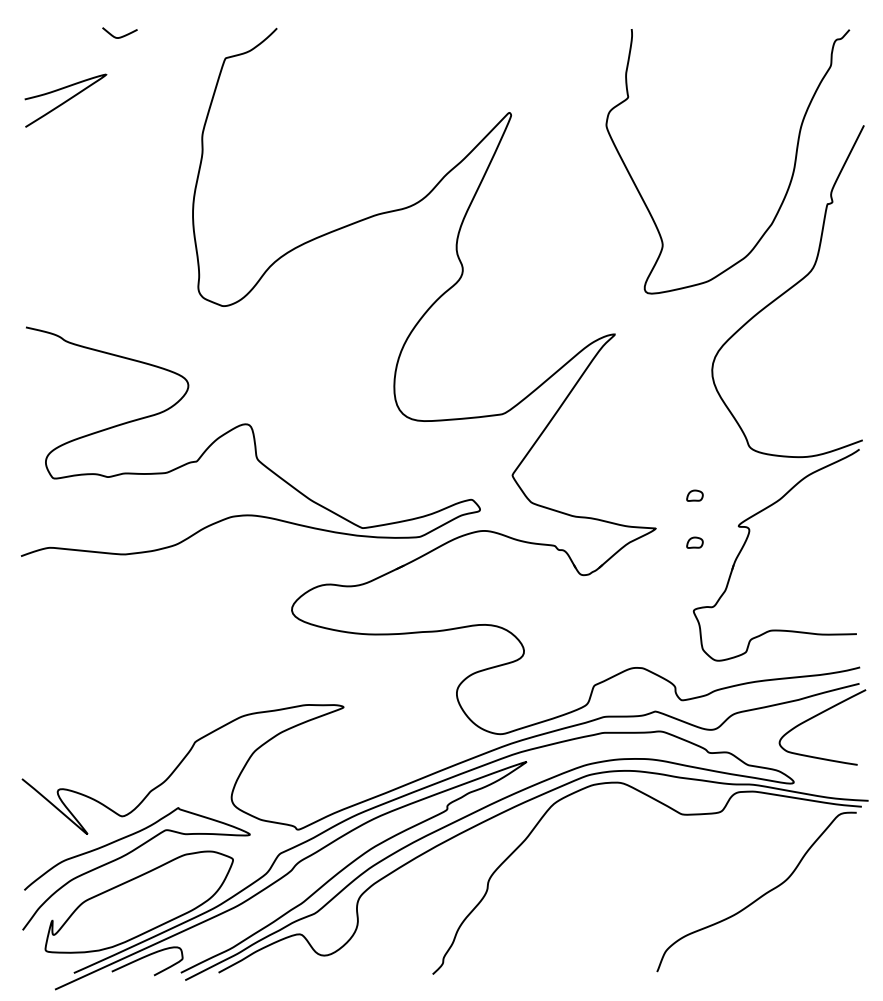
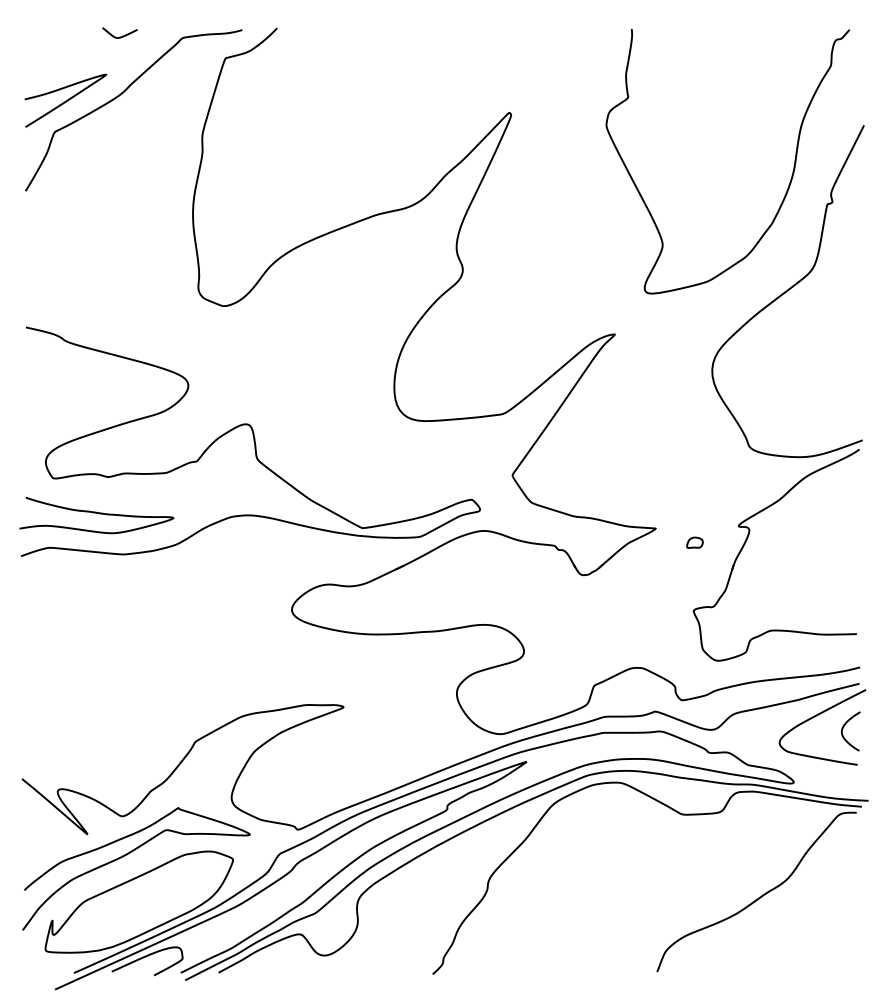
curve at (122, 94): none -> present
part at (694, 495): present -> none
curve at (96, 513): none -> present
curve at (843, 729): none -> present
